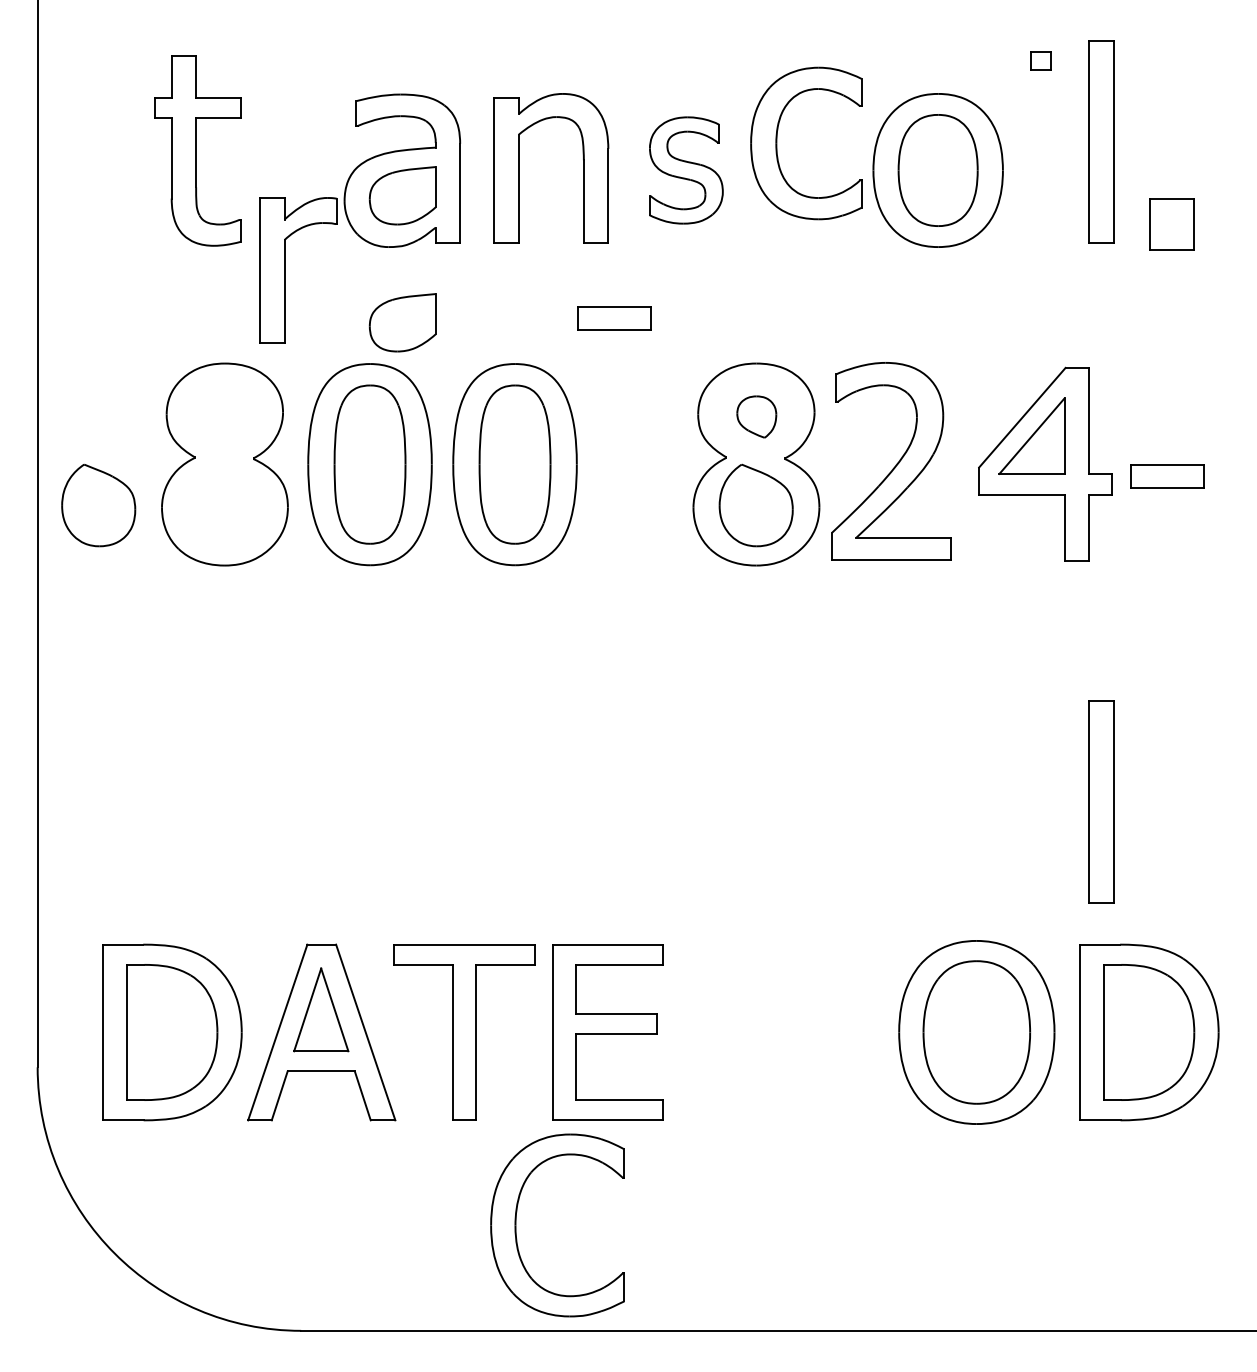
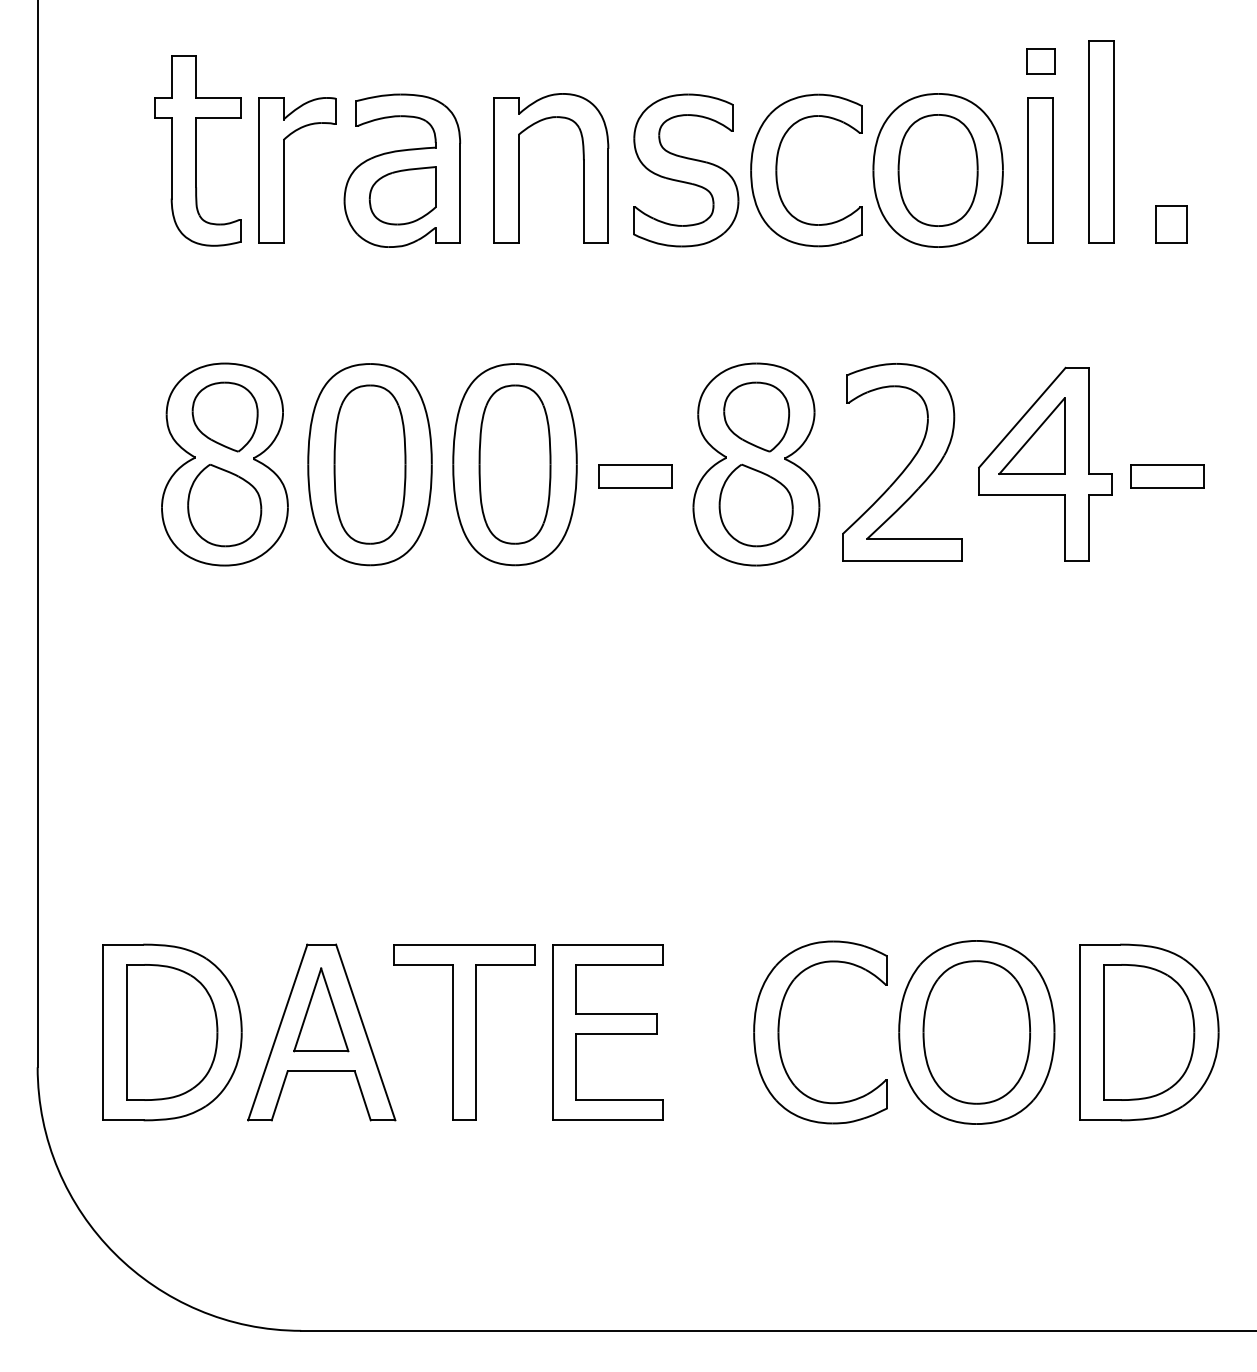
part at (1040, 60) size: 22x20 px -> 30x27 px
part at (777, 143) position: (777, 143) -> (777, 170)
part at (686, 170) size: 75x109 px -> 107x155 px
part at (1040, 170): none -> present
part at (1171, 224) size: 46x53 px -> 33x39 px
part at (285, 270) position: (285, 270) -> (284, 170)
part at (614, 318) position: (614, 318) -> (635, 476)
part at (402, 322): present -> none
part at (224, 416): none -> present
part at (756, 416) size: 42x44 px -> 68x72 px
part at (891, 461) position: (891, 461) -> (902, 462)
part at (98, 505) position: (98, 505) -> (224, 505)
part at (1101, 801): present -> none
part at (516, 1225) position: (516, 1225) -> (779, 1032)
